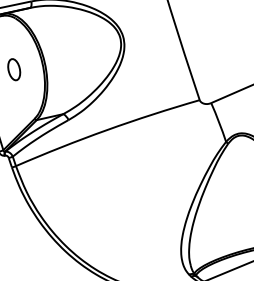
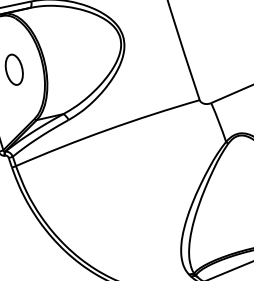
part at (14, 69) size: 15x24 px -> 20x33 px
